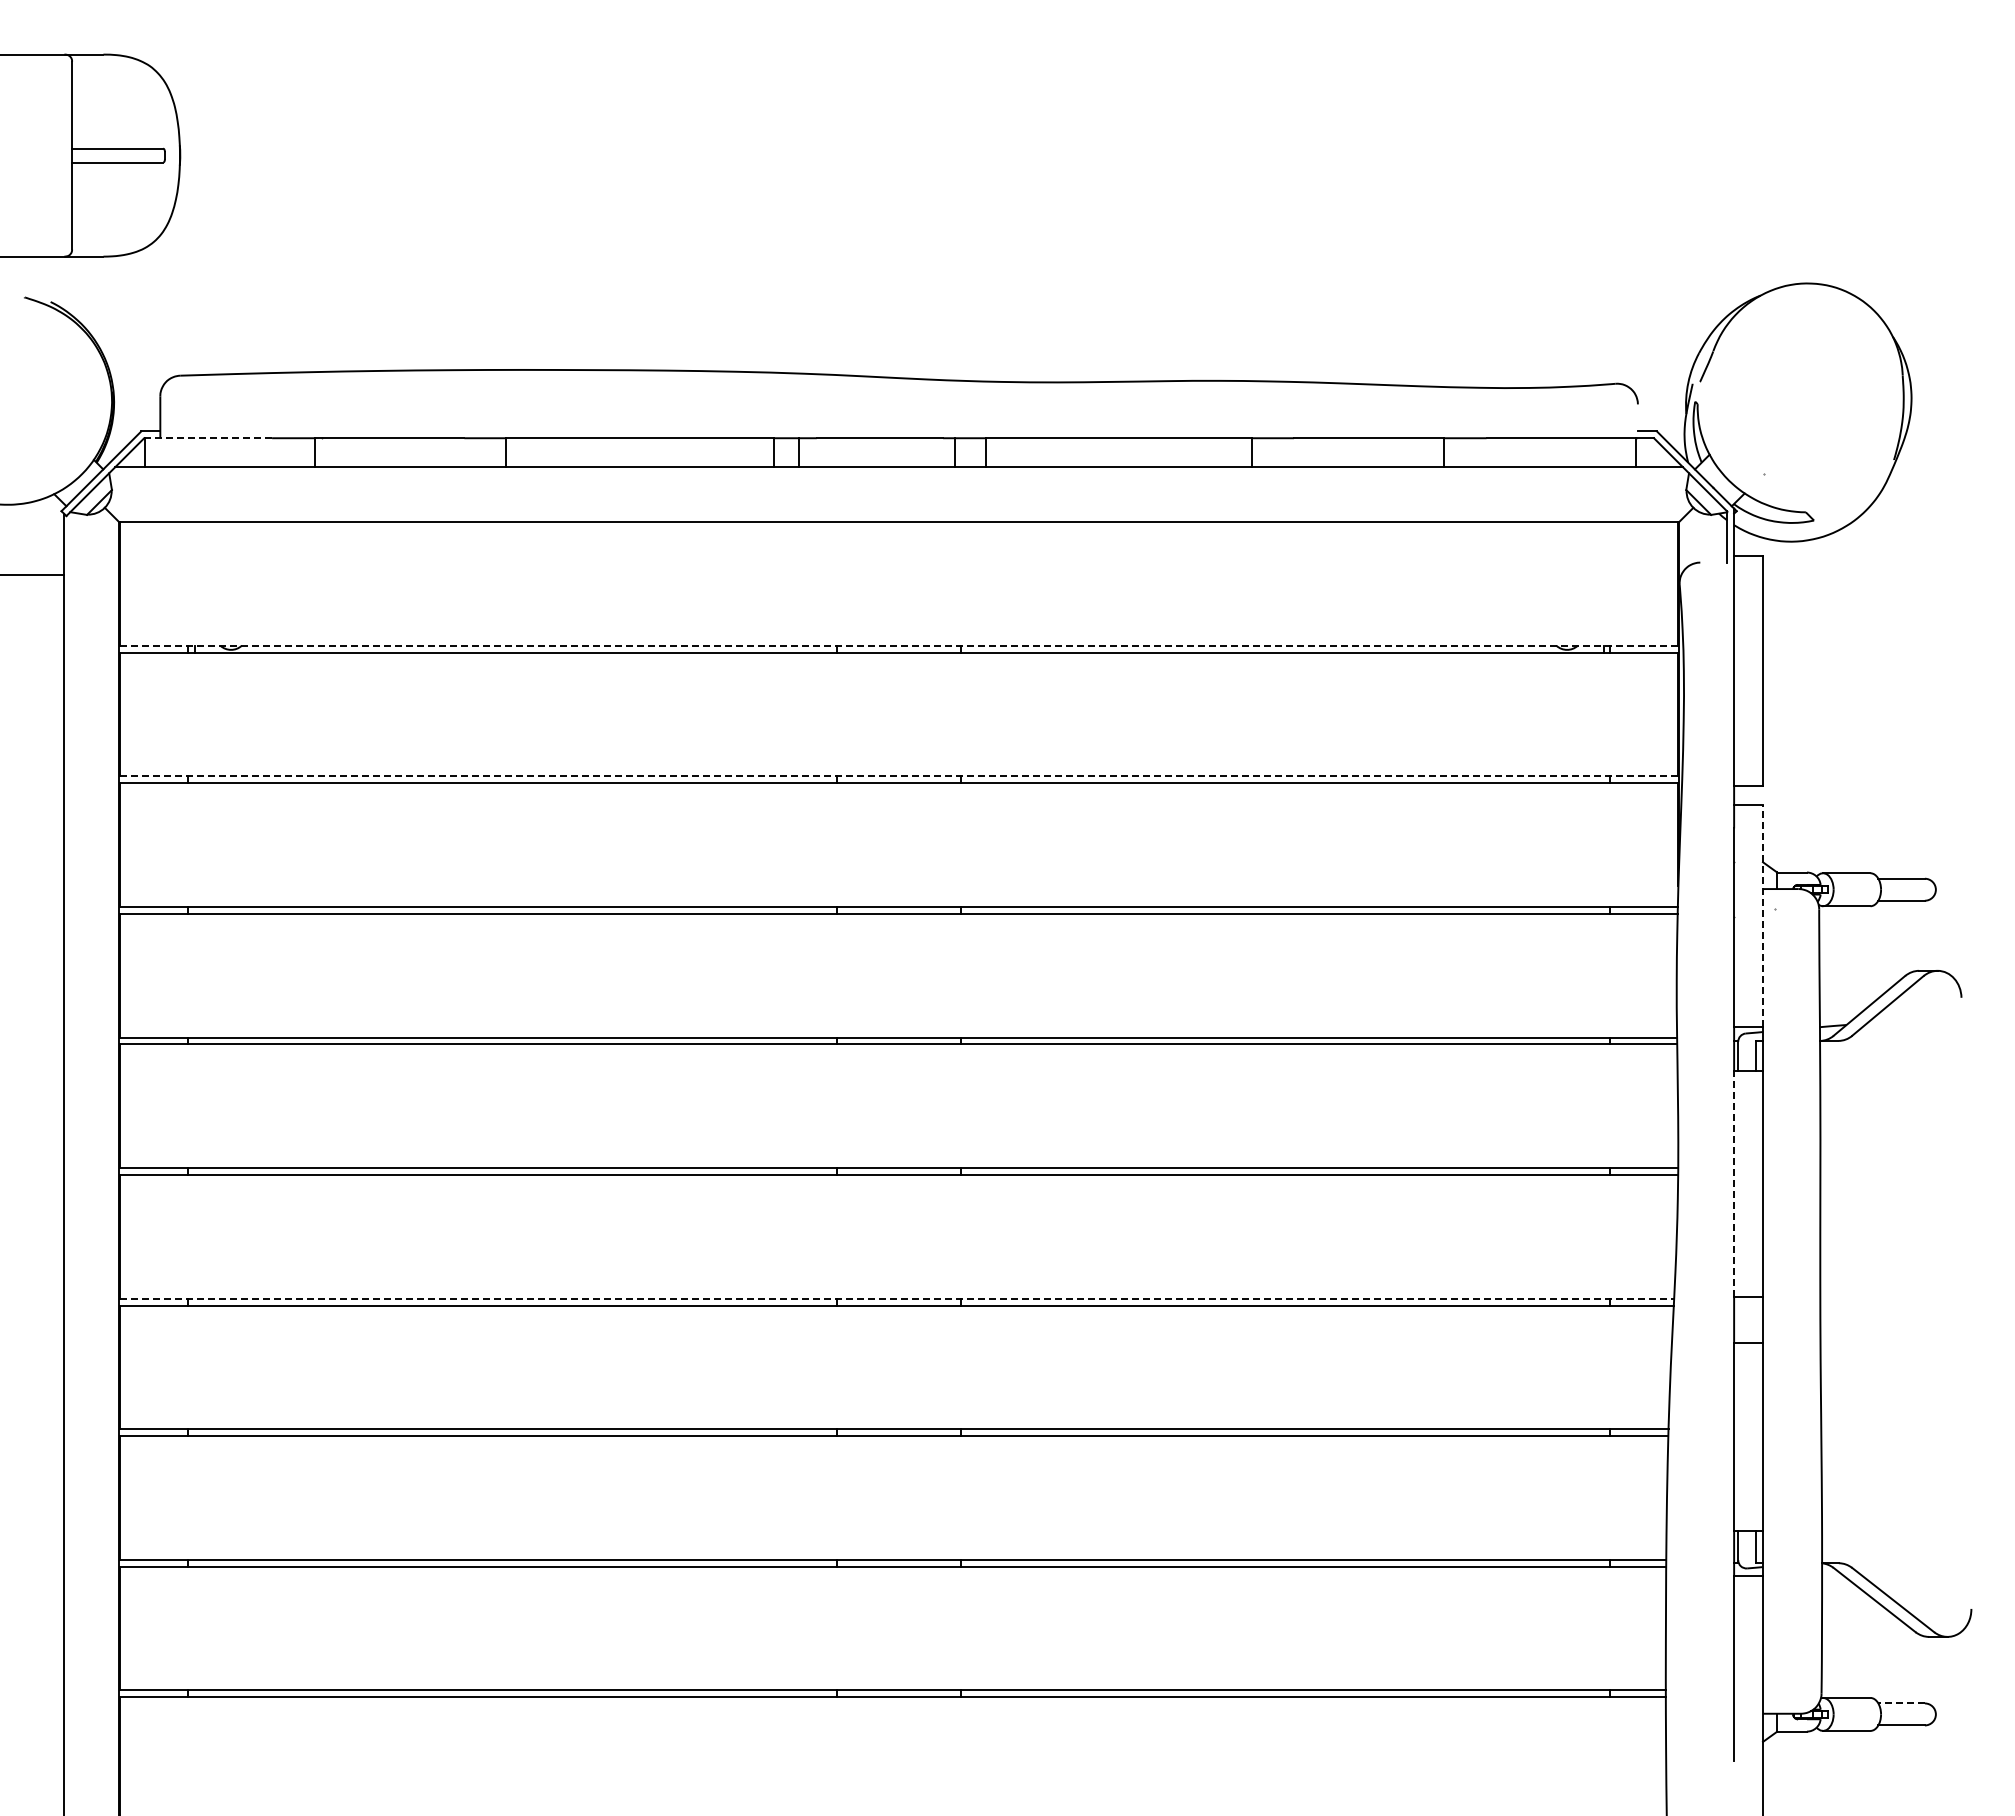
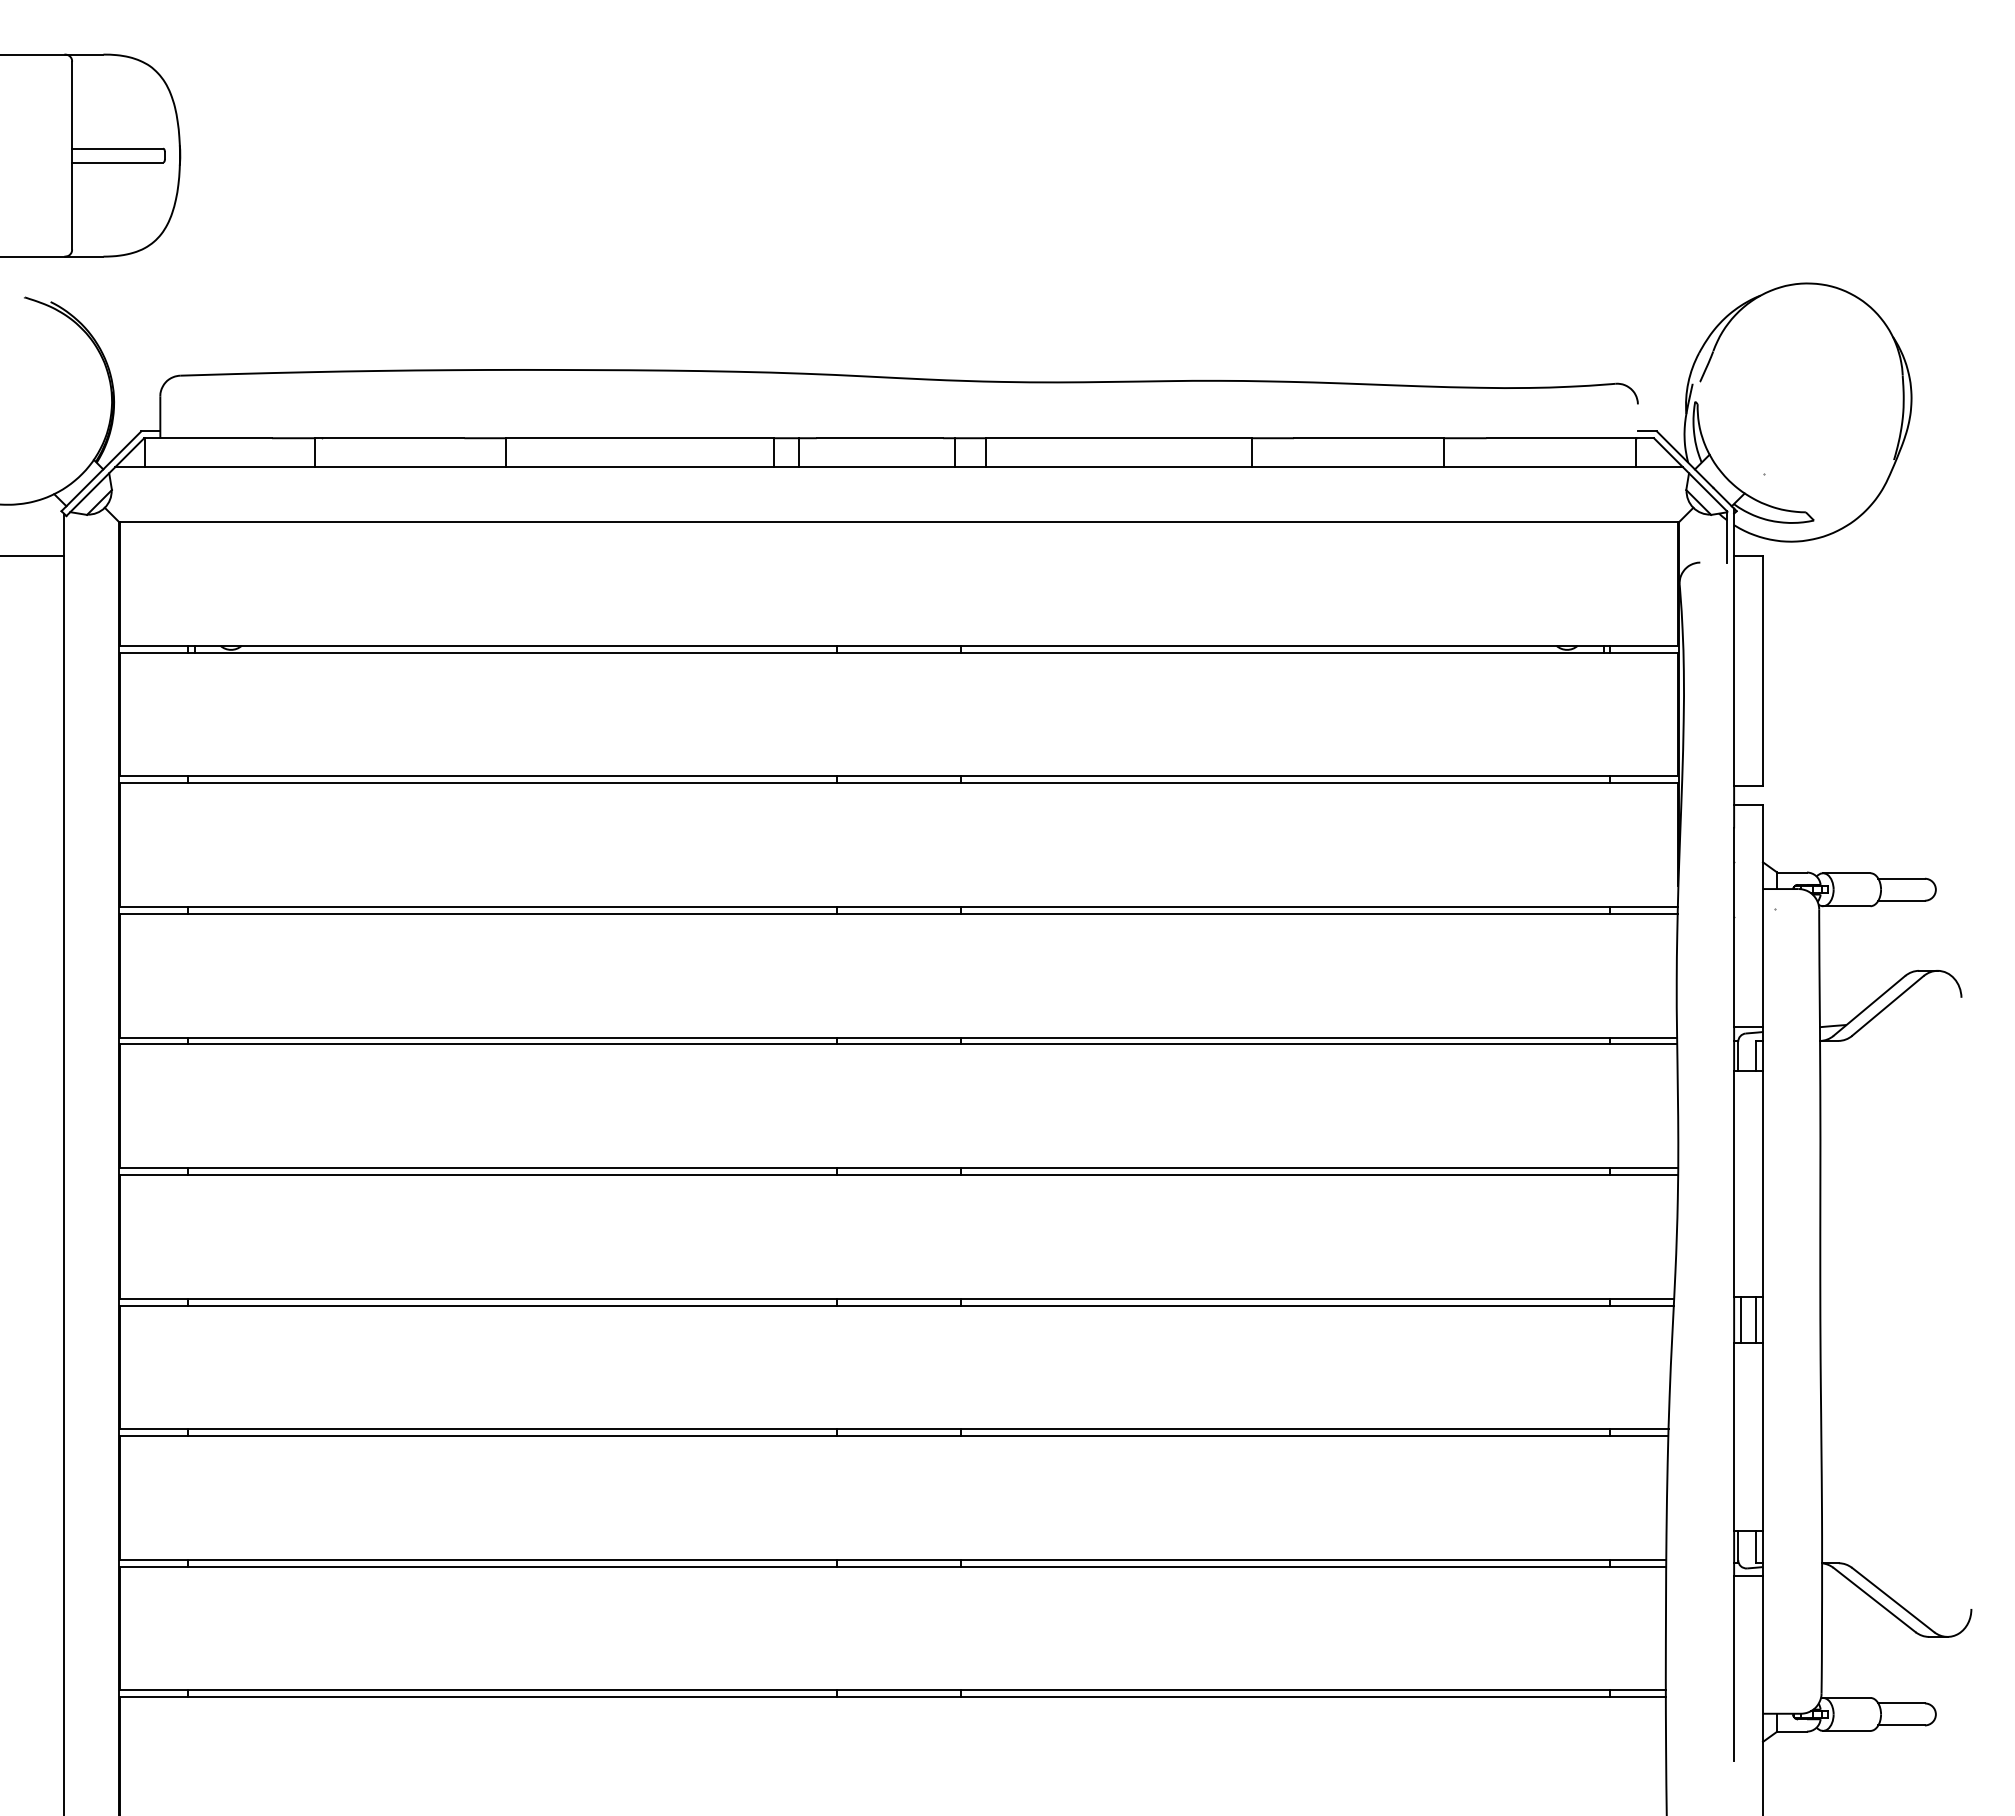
line at (208, 438): dashed -> solid
line at (33, 575) position: (33, 575) -> (33, 556)
line at (899, 645): dashed -> solid
line at (899, 776): dashed -> solid
line at (1762, 915): dashed -> solid
line at (1734, 1184): dashed -> solid
line at (897, 1298): dashed -> solid
line at (1741, 1319): none -> present
line at (1756, 1319): none -> present
line at (1901, 1703): dashed -> solid
